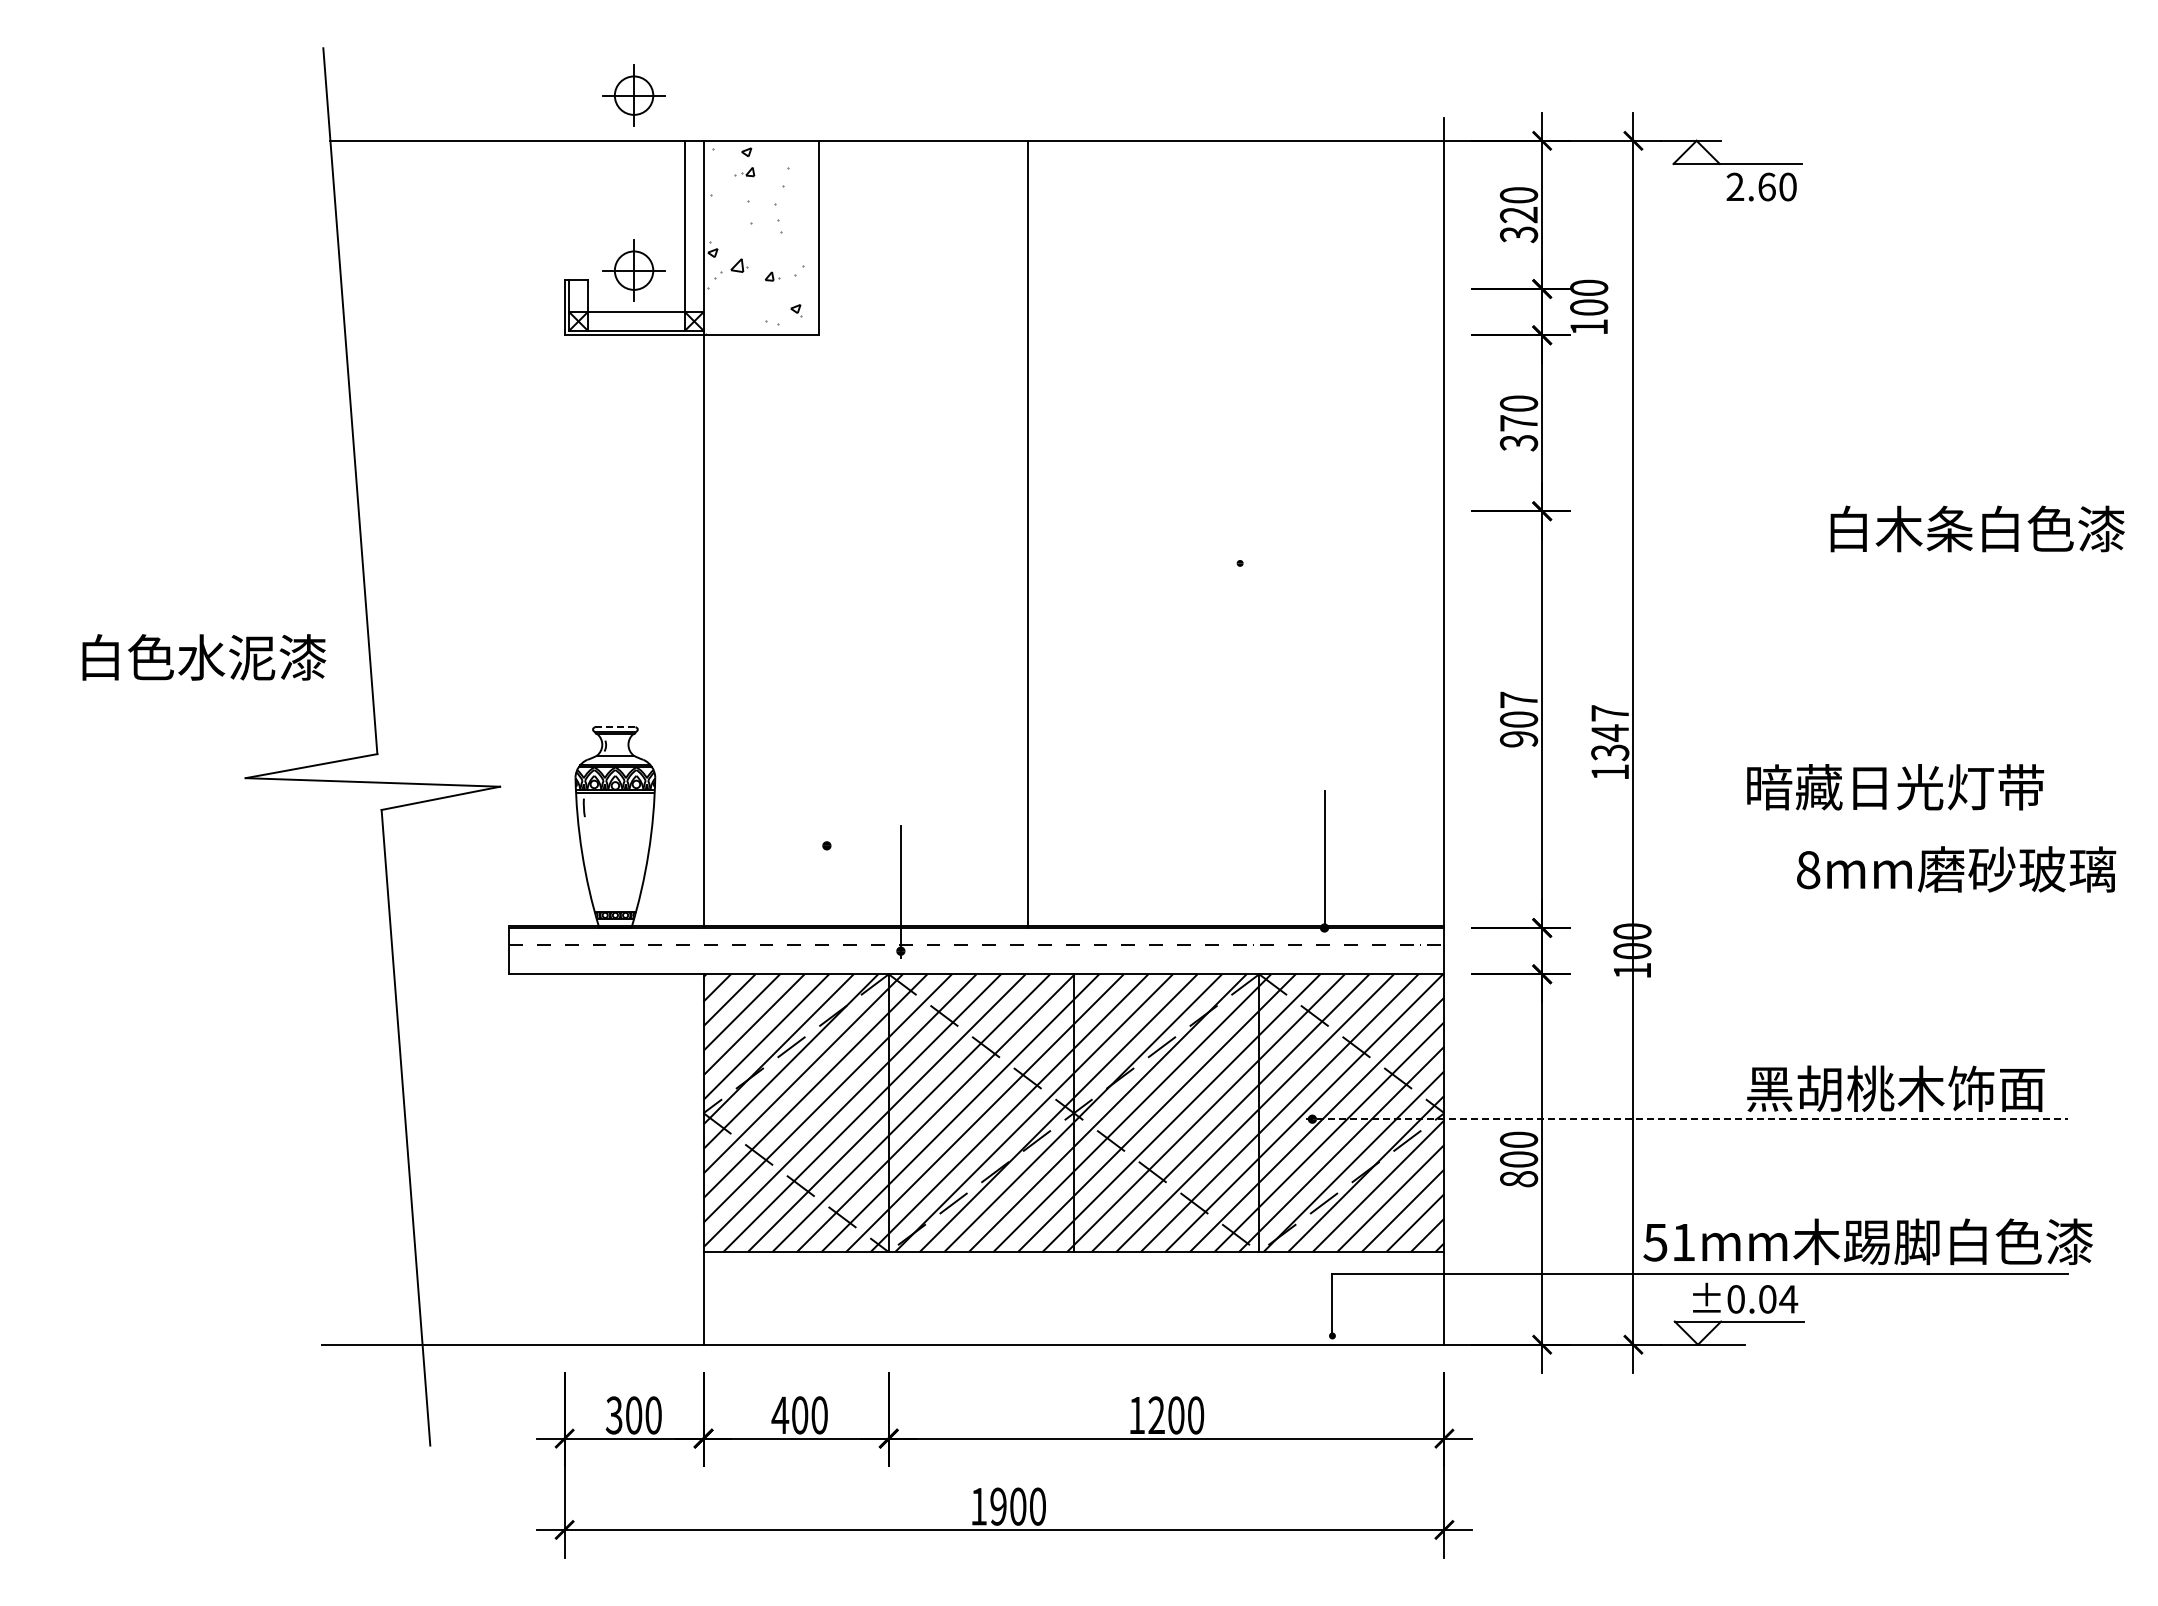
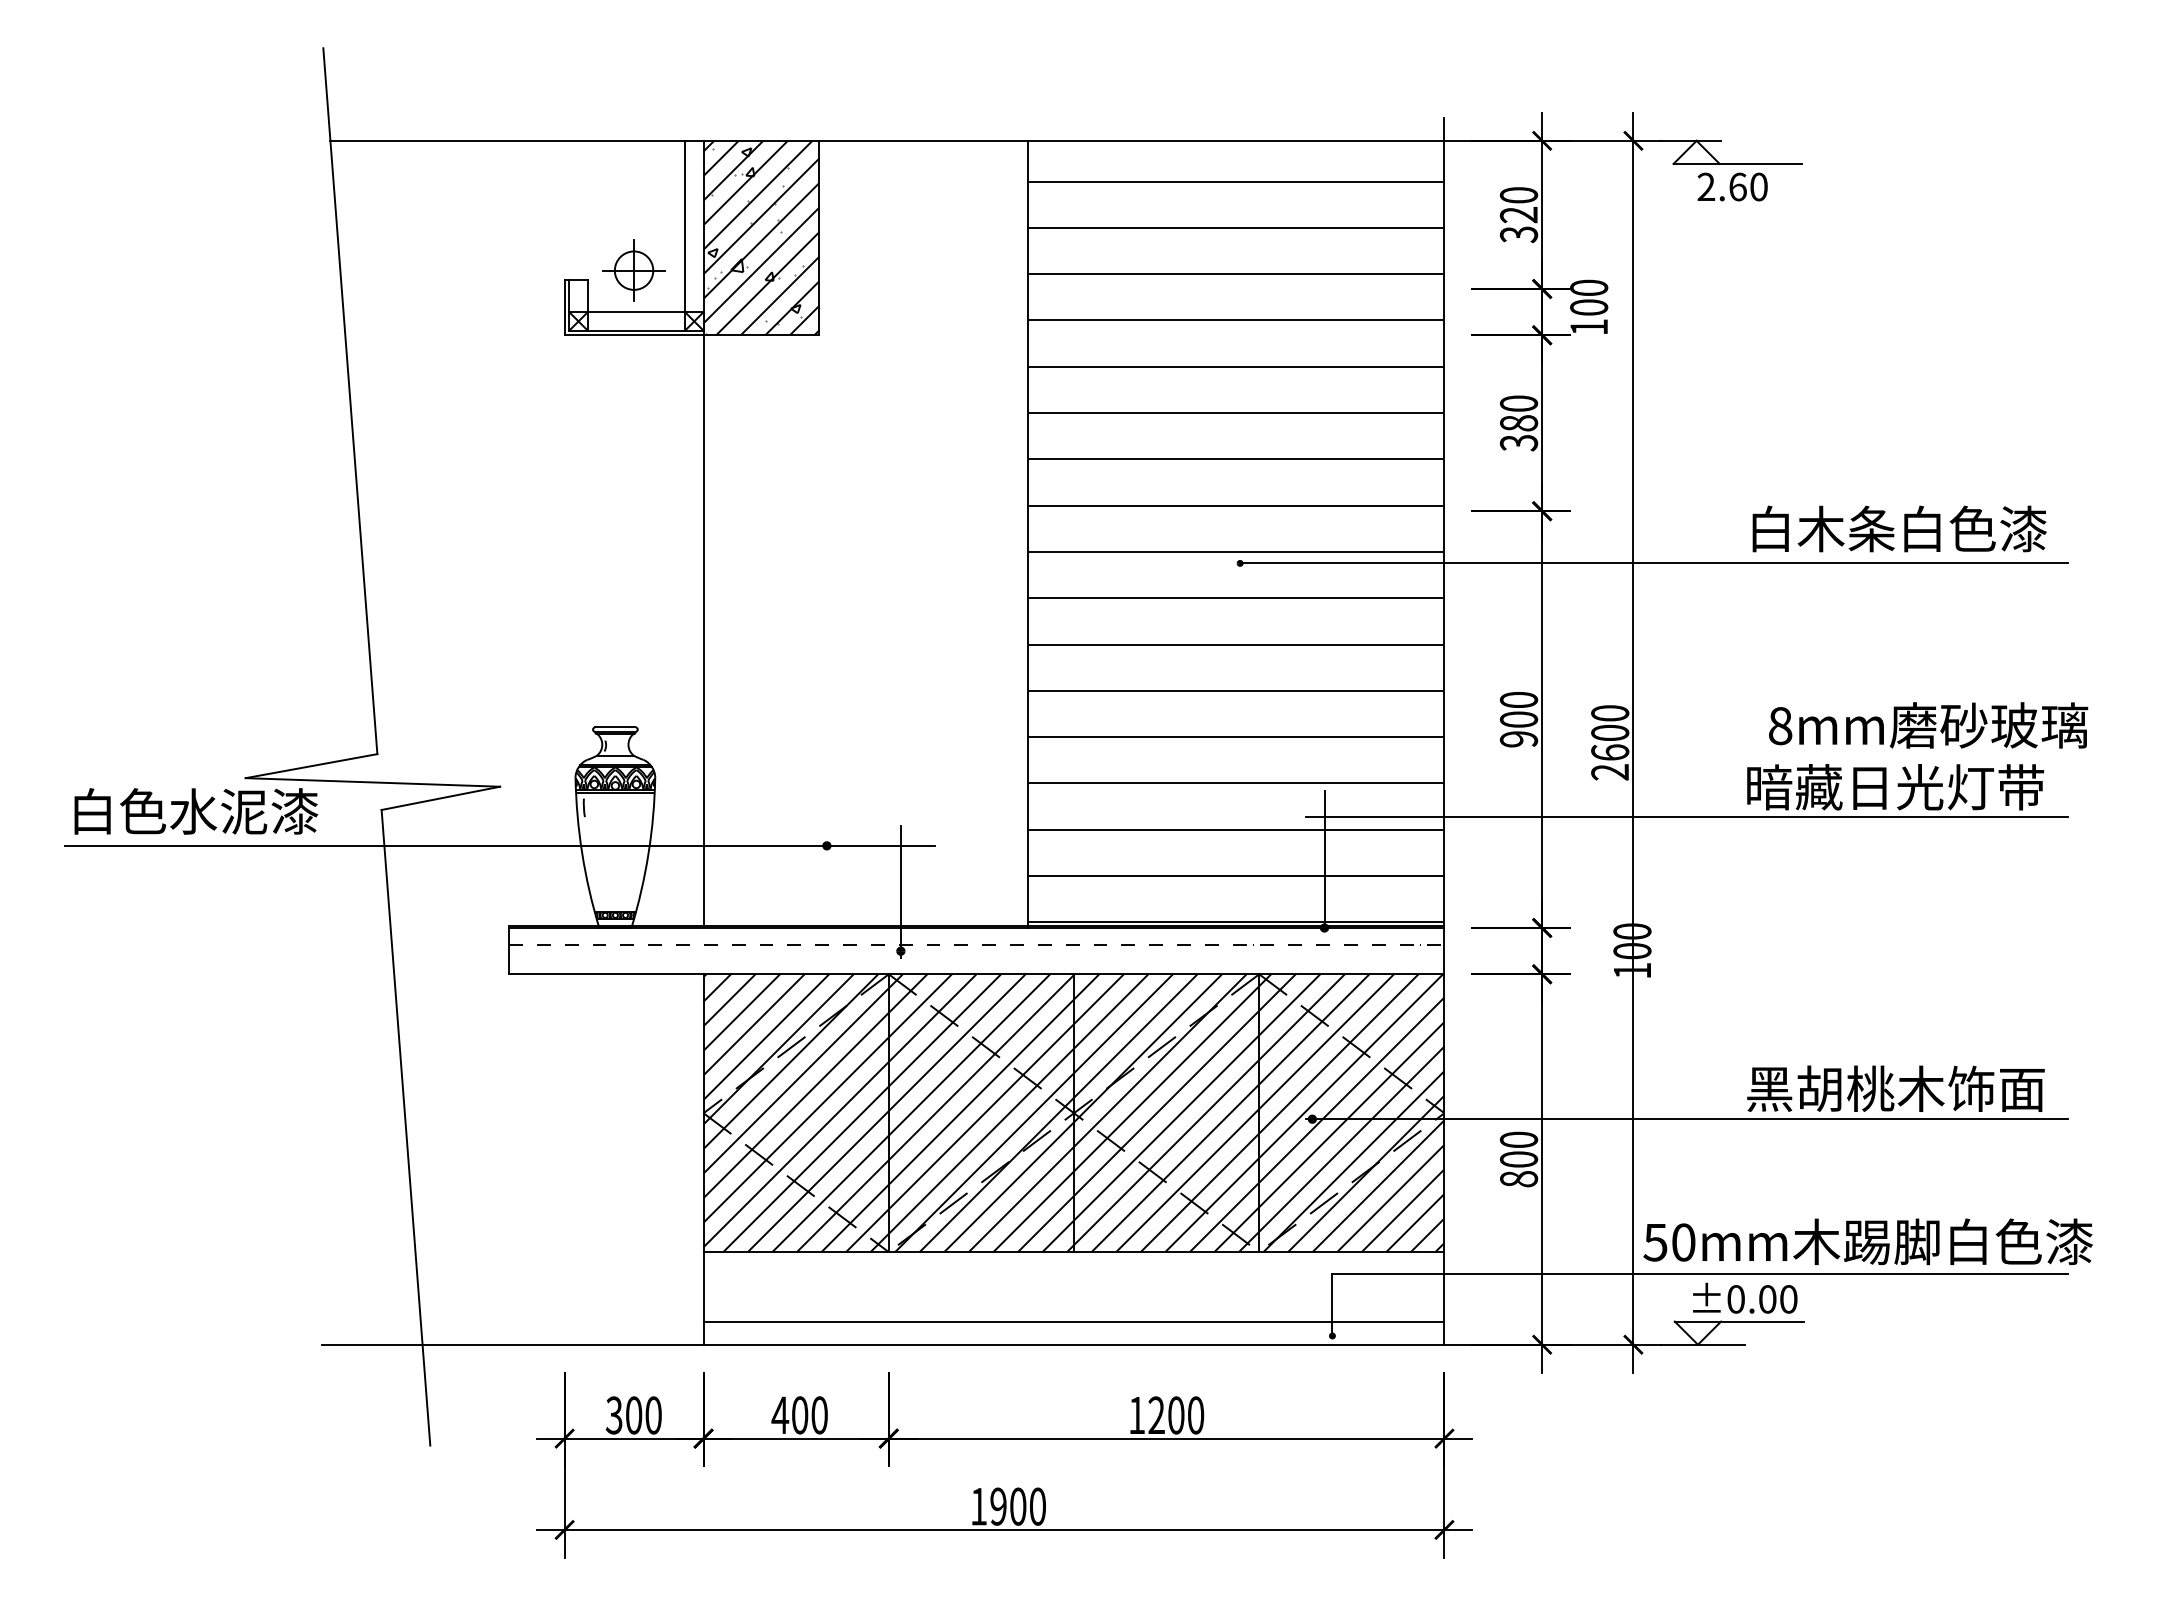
part at (633, 95): present -> none
text at (1761, 186) position: (1761, 186) -> (1732, 186)
hatch at (761, 237): none -> present
text at (1519, 423): 370 -> 380
text at (1977, 528) position: (1977, 528) -> (1899, 528)
hatch at (1235, 551): none -> present
line at (1654, 563): none -> present
text at (204, 657) position: (204, 657) -> (196, 811)
text at (1518, 699): 907 -> 900
line at (615, 727): dashed -> solid
text at (1610, 742): 1347 -> 2600
line at (1686, 816): none -> present
line at (499, 845): none -> present
text at (1956, 869) position: (1956, 869) -> (1928, 725)
line at (1687, 1119): dashed -> solid
text at (1683, 1242): 51mm -> 50mm
text at (1788, 1299): ±0.04 -> ±0.00
line at (1073, 1321): none -> present
